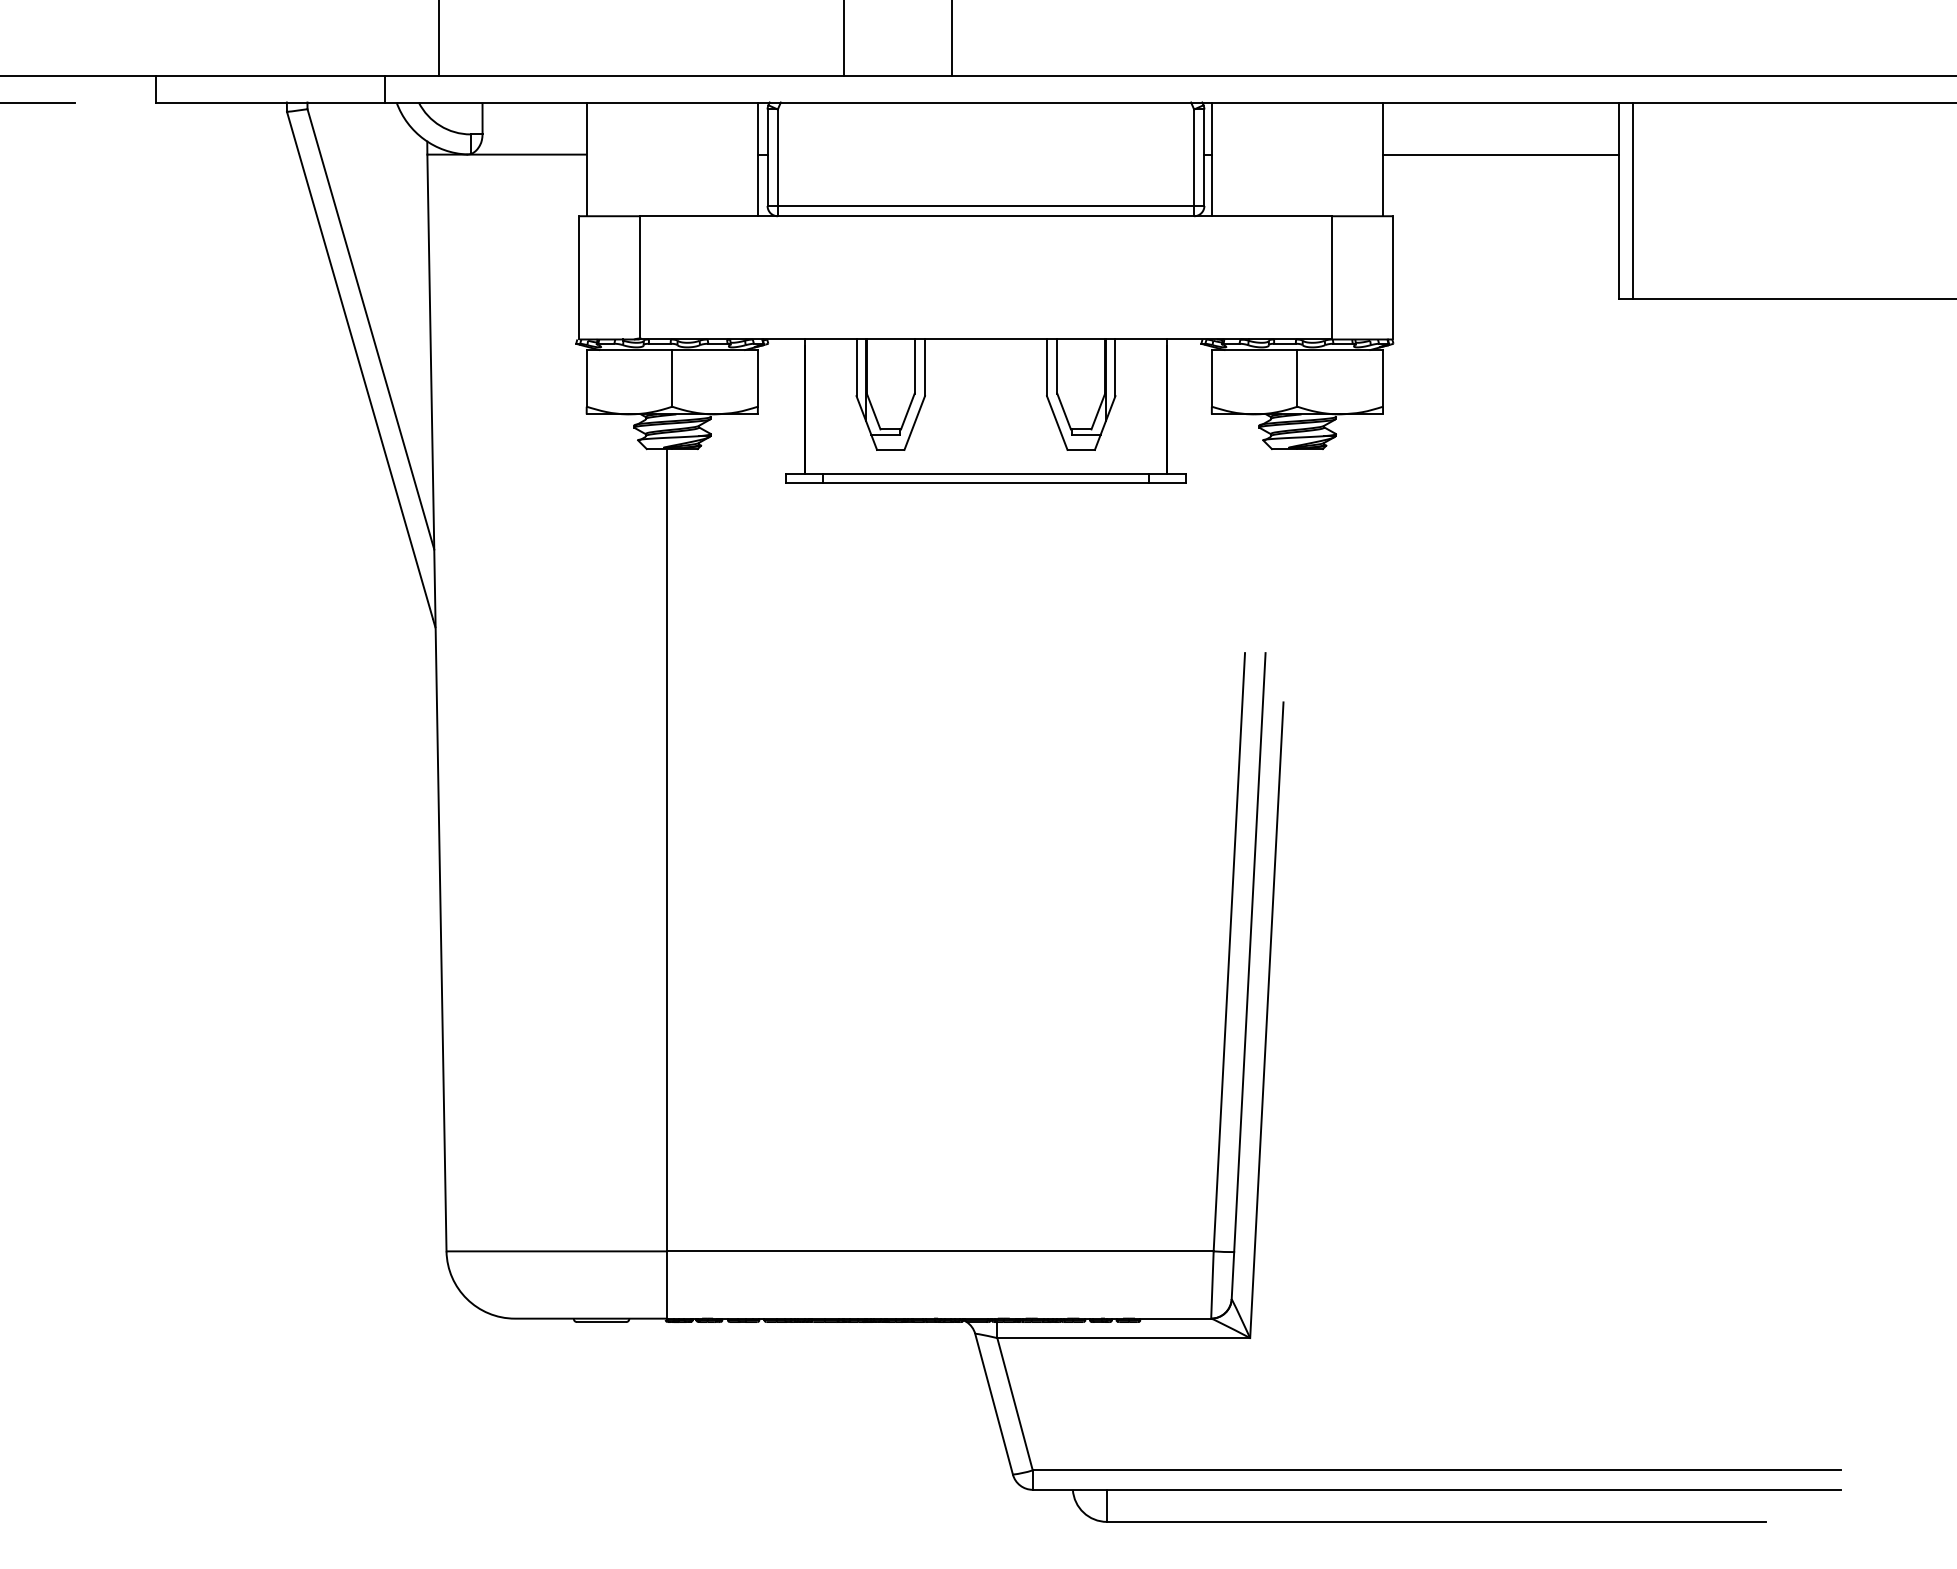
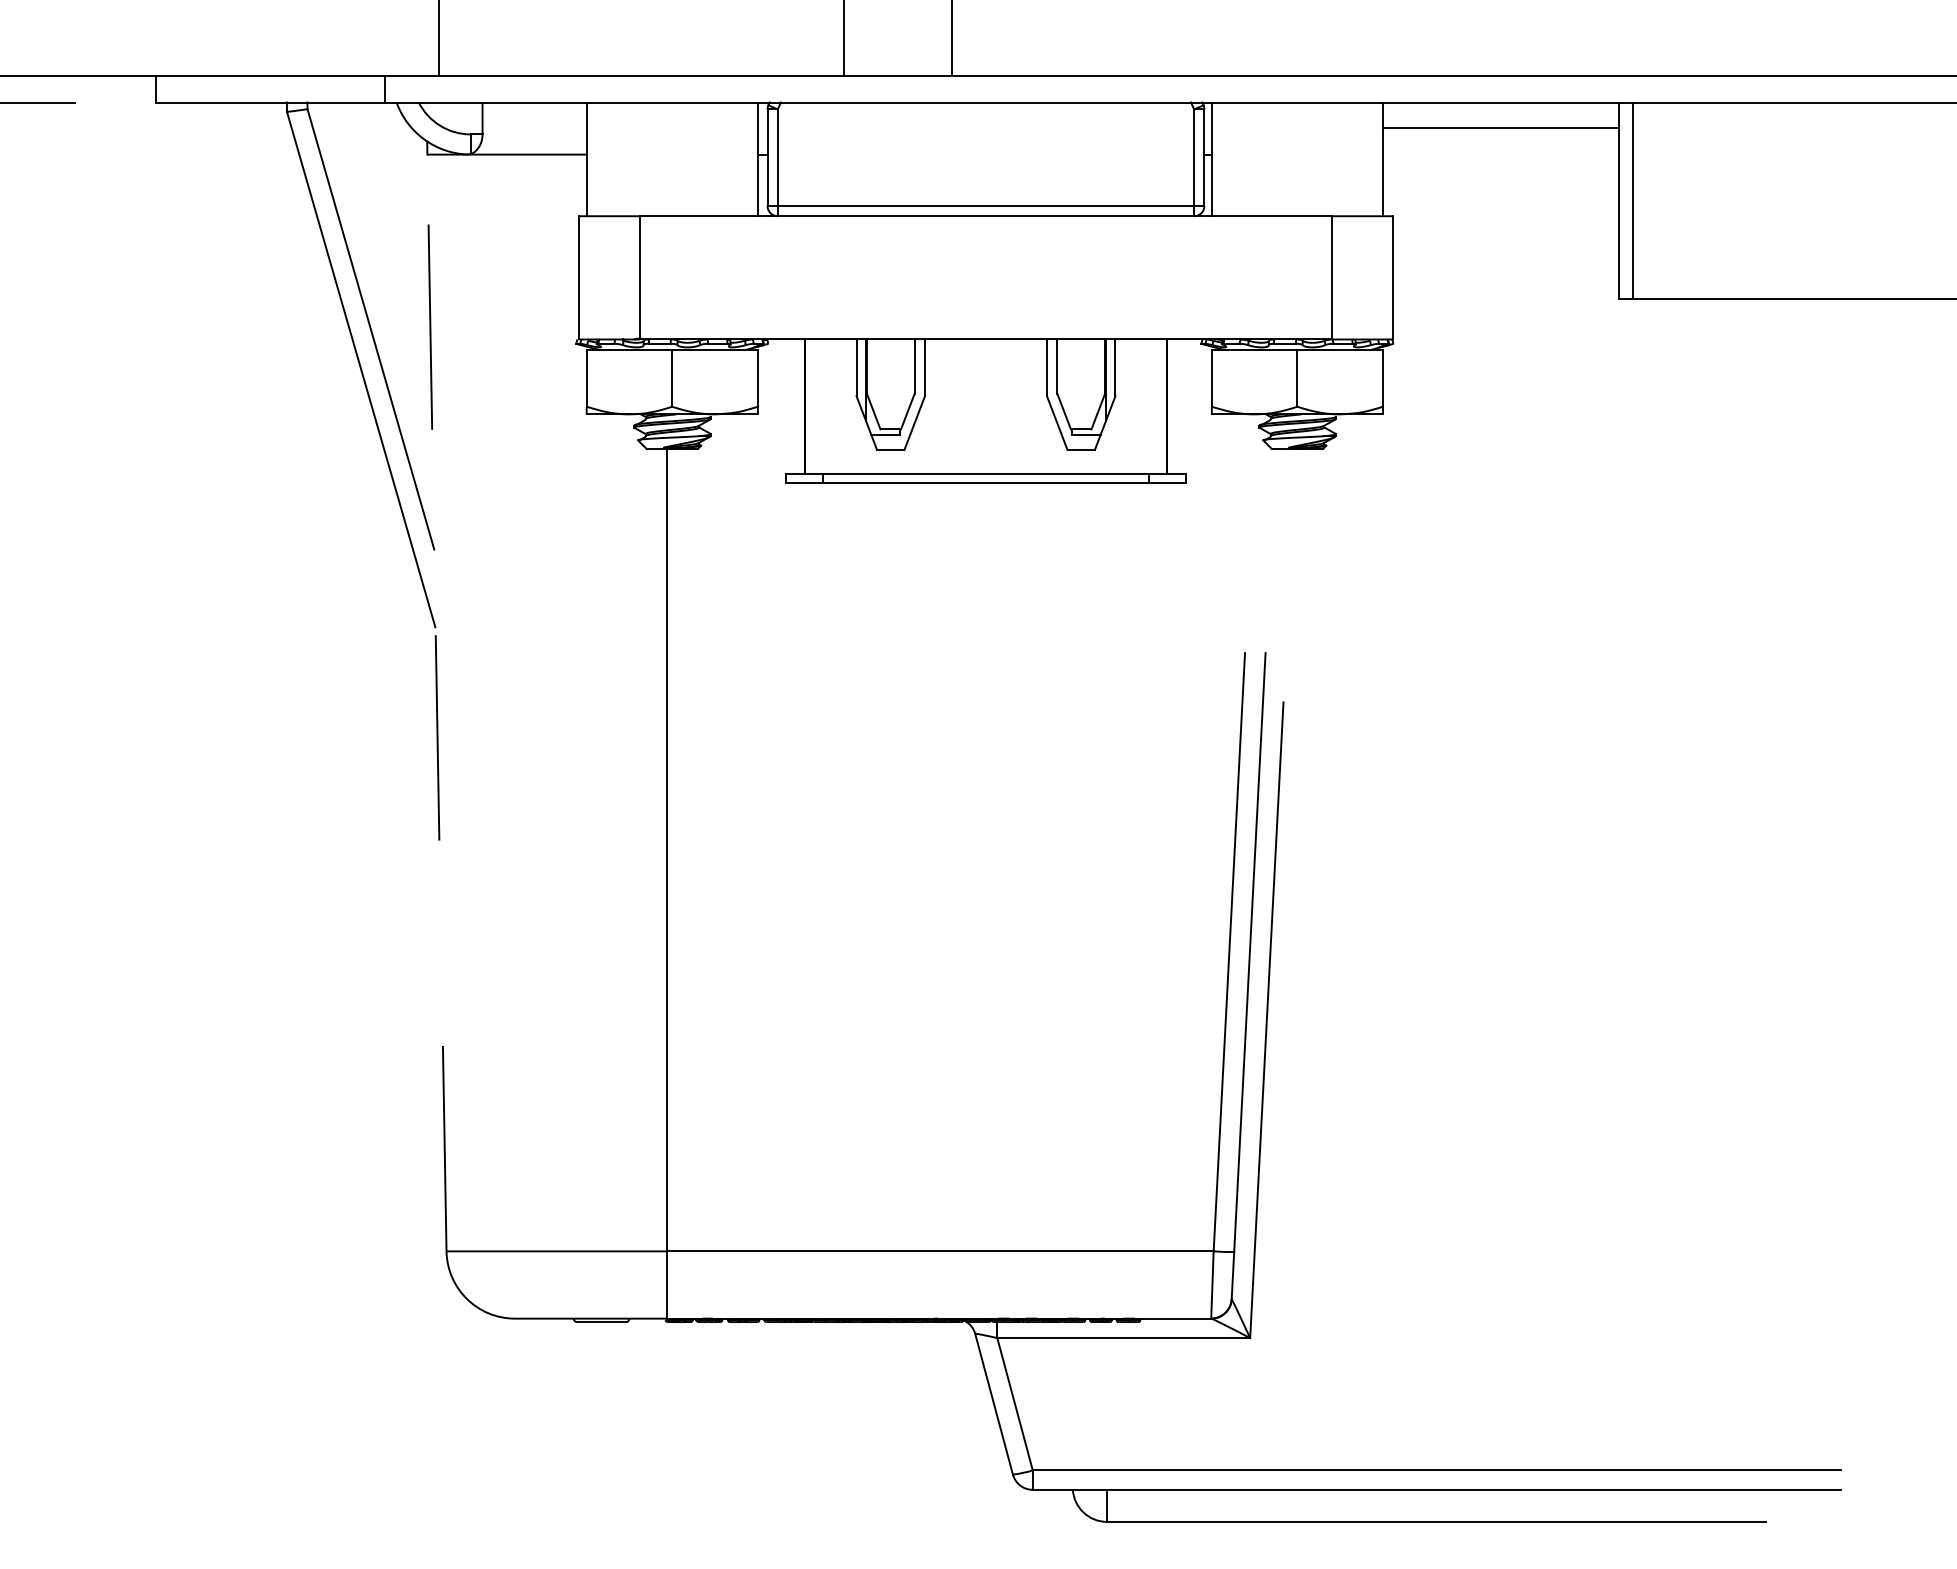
line at (1501, 154) position: (1501, 154) -> (1501, 127)
line at (436, 702): solid -> dashed
